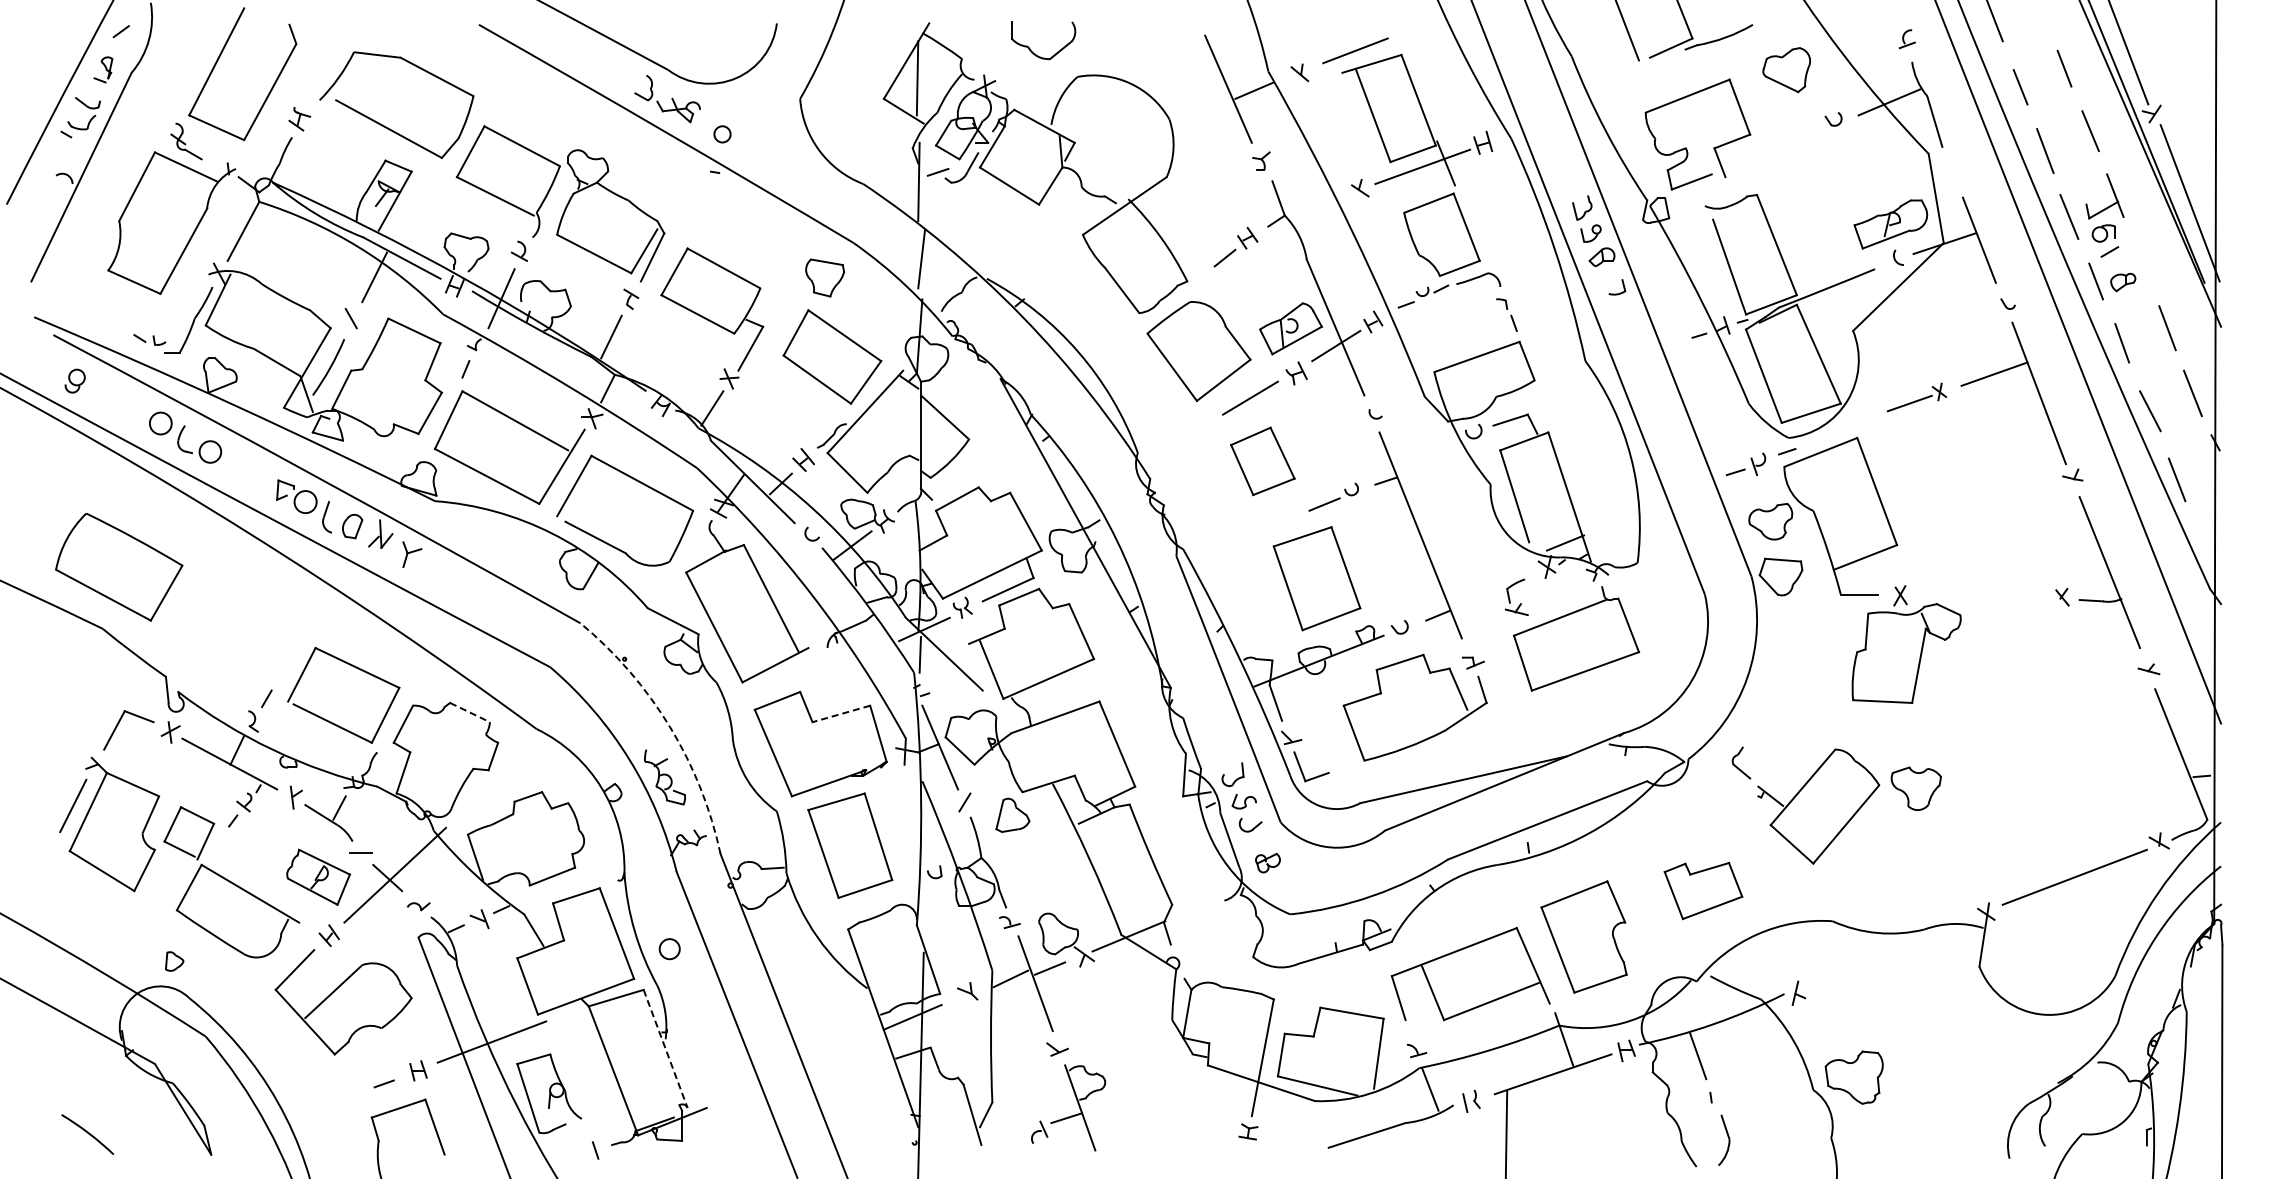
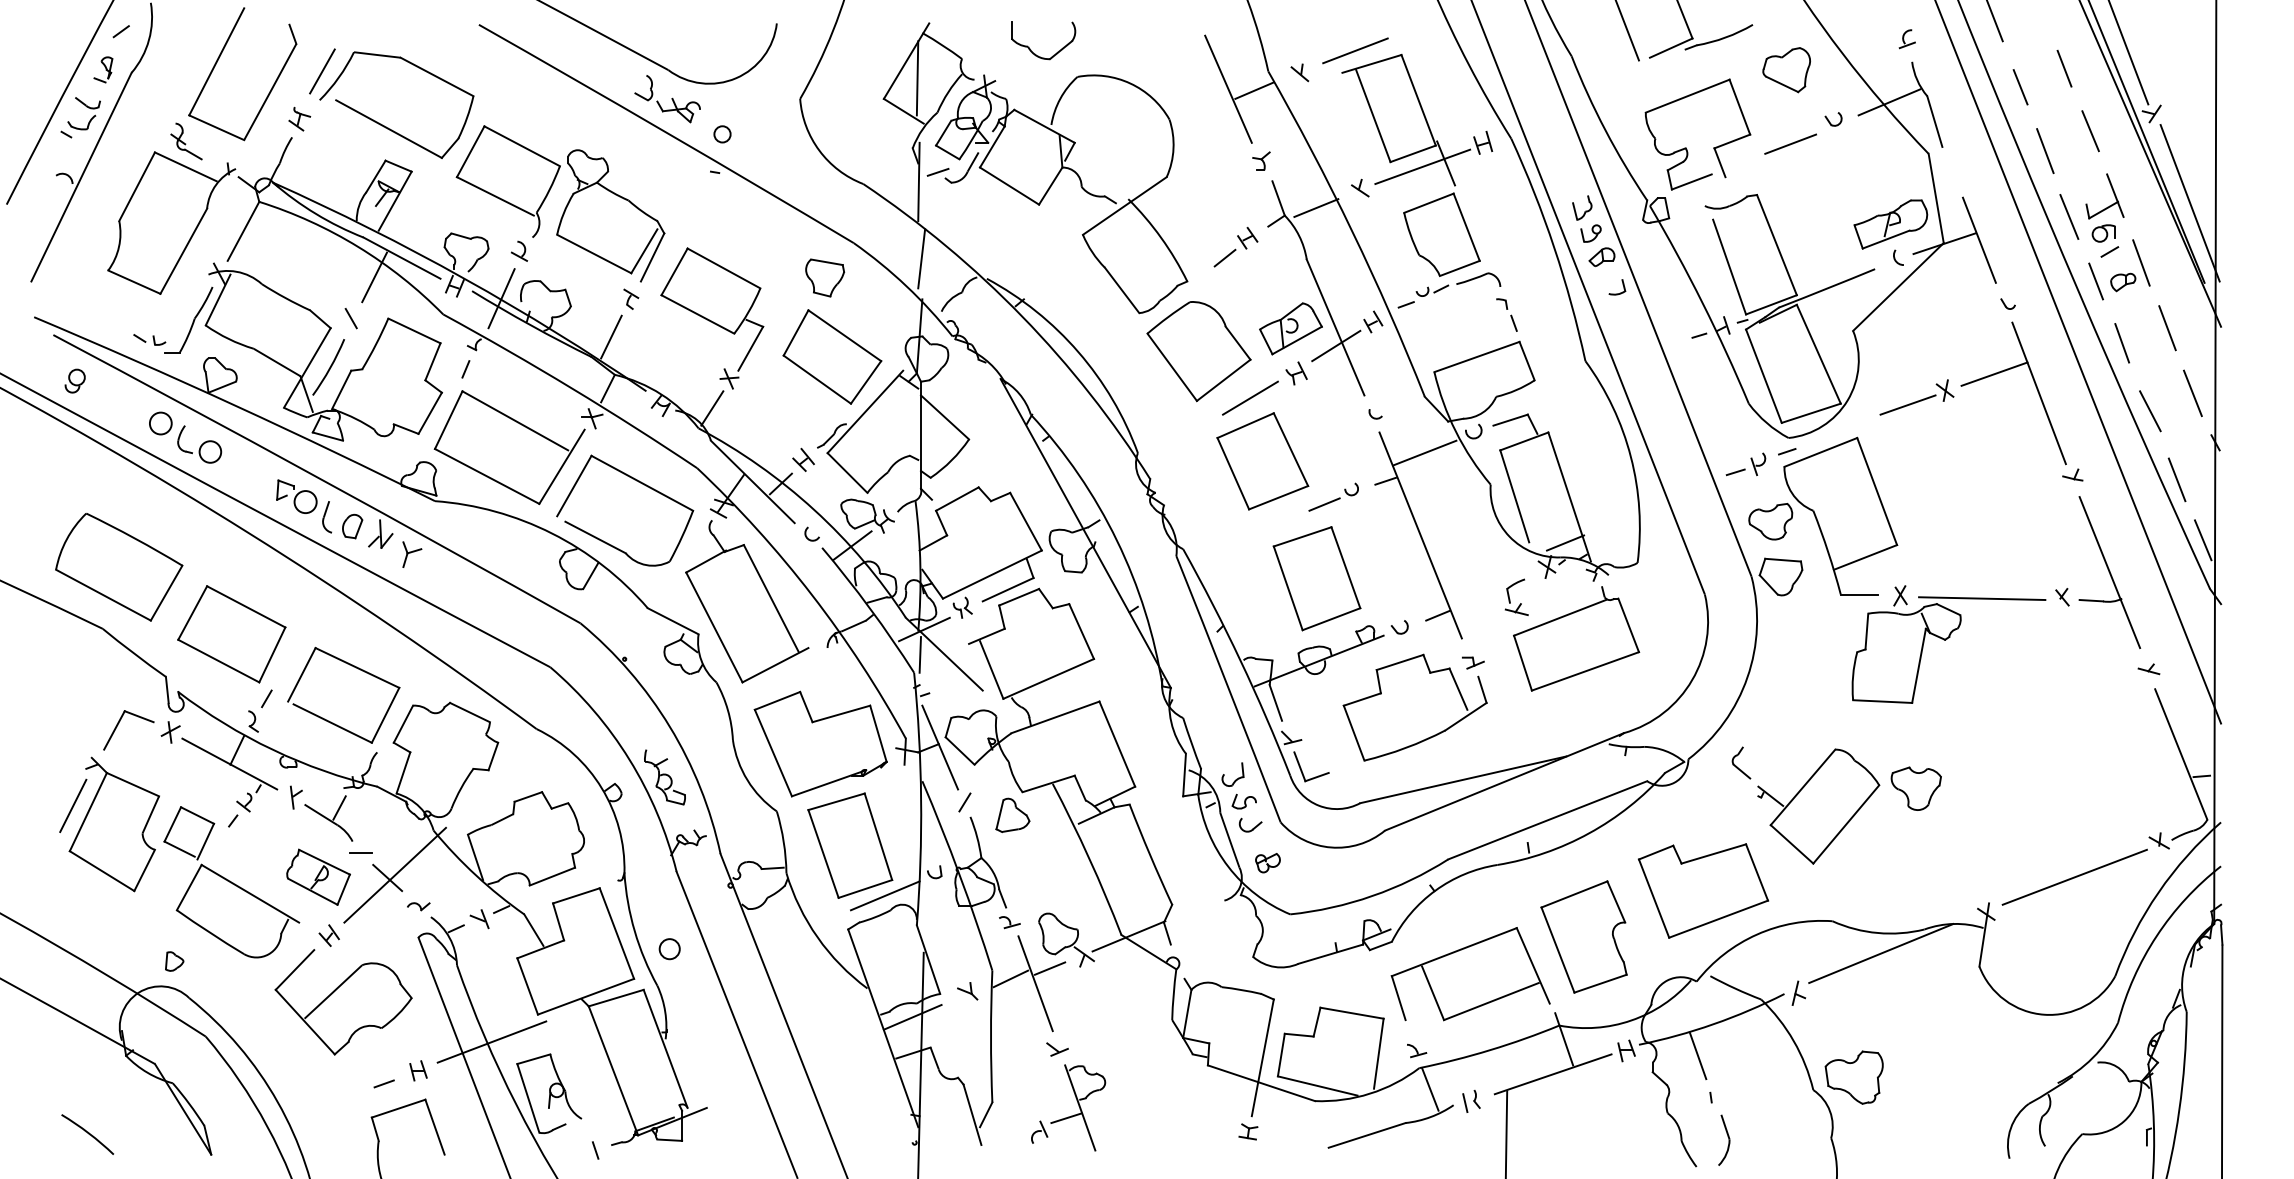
line at (322, 71): none -> present
line at (1790, 143): none -> present
line at (1316, 207): none -> present
line at (2141, 262): none -> present
part at (1917, 397) size: 61x31 px -> 76x37 px
line at (1424, 452): none -> present
part at (1262, 461) size: 66x71 px -> 94x99 px
line at (2202, 540): none -> present
line at (1982, 598): none -> present
part at (231, 634): none -> present
line at (470, 712): dashed -> solid
line at (841, 713): dashed -> solid
arc at (669, 726): dashed -> solid
part at (1703, 890) size: 81x60 px -> 133x96 px
line at (884, 895): none -> present
line at (1881, 953): none -> present
line at (665, 1048): dashed -> solid
